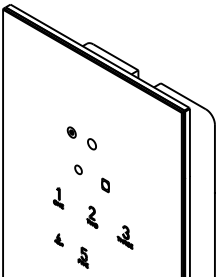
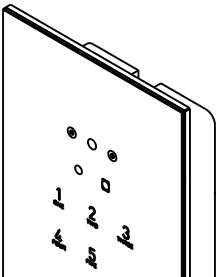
part at (112, 155): none -> present
part at (58, 240) size: 10x15 px -> 16x23 px
part at (82, 257) position: (82, 257) -> (90, 257)
